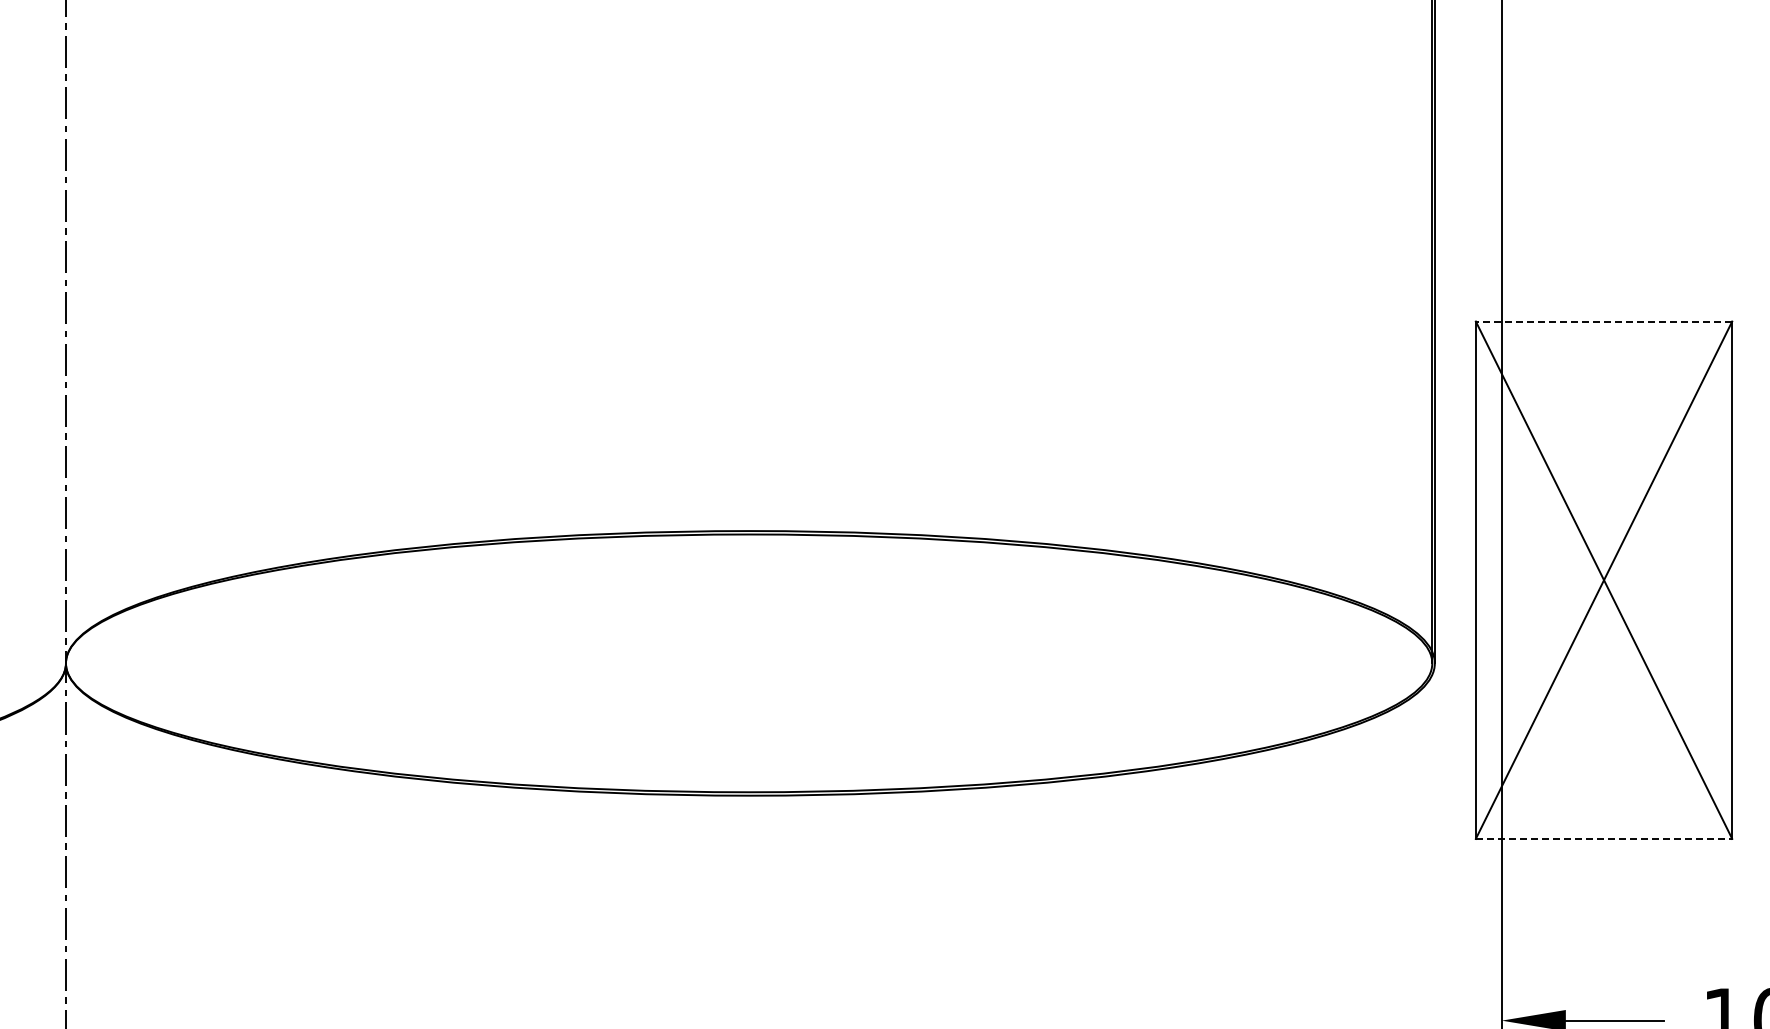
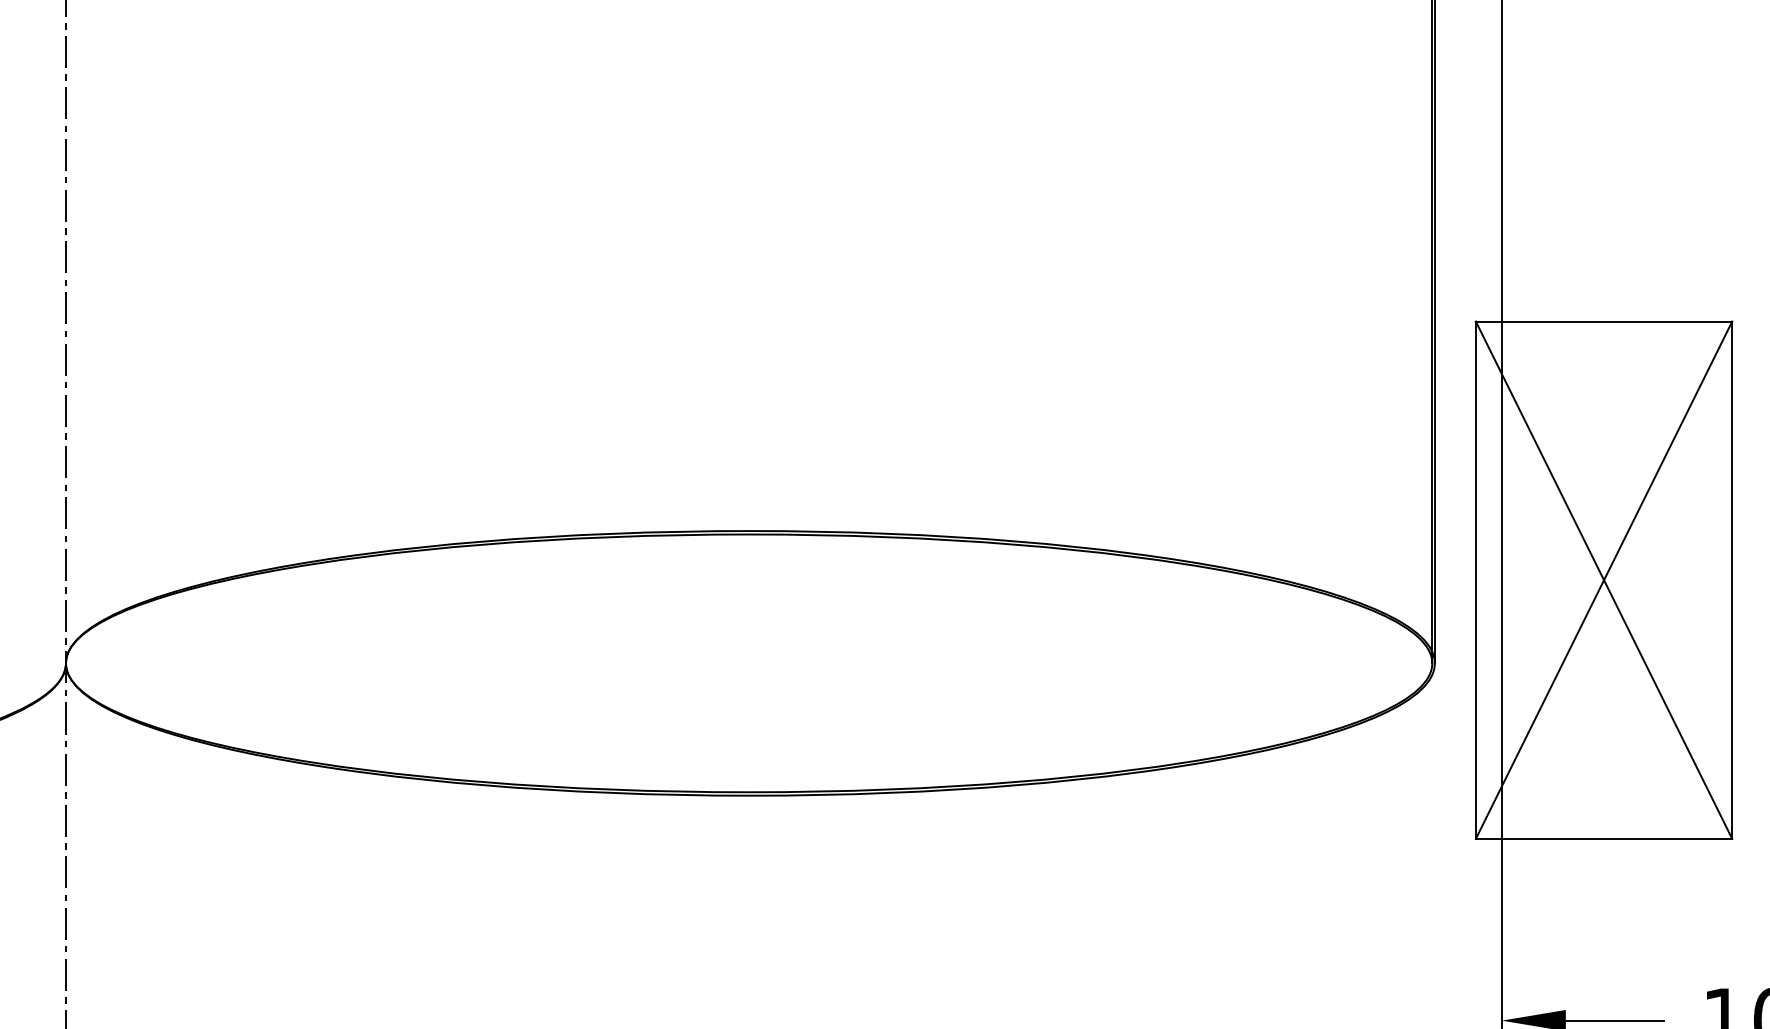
line at (1603, 321): dashed -> solid
line at (1604, 838): dashed -> solid
